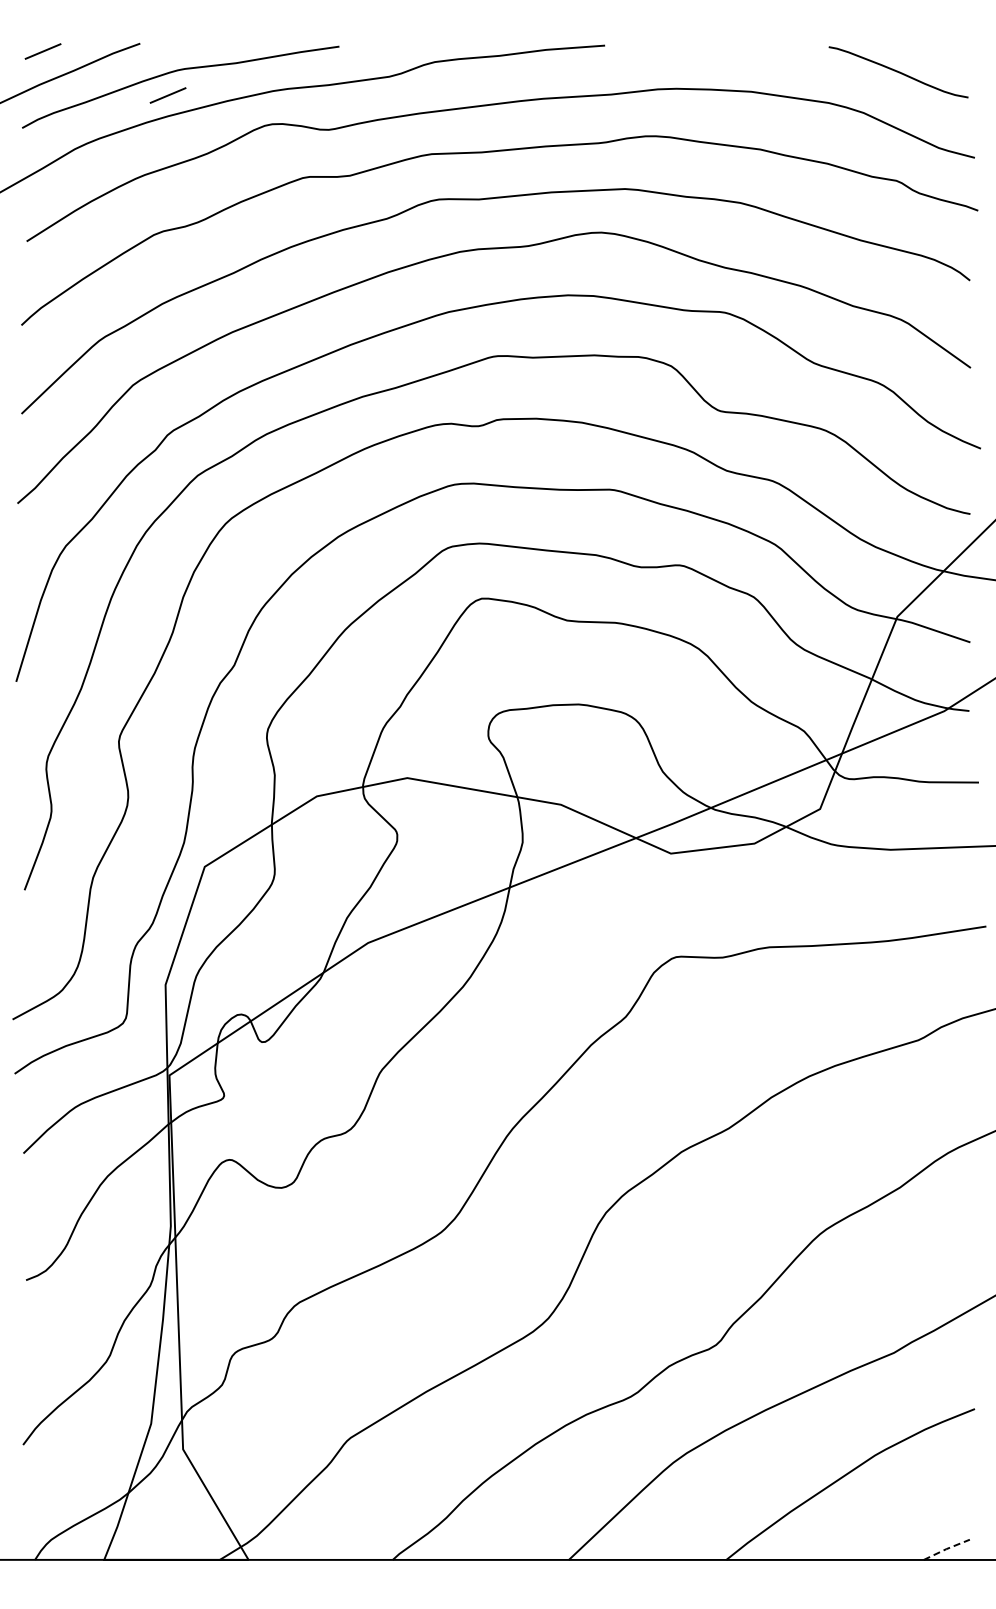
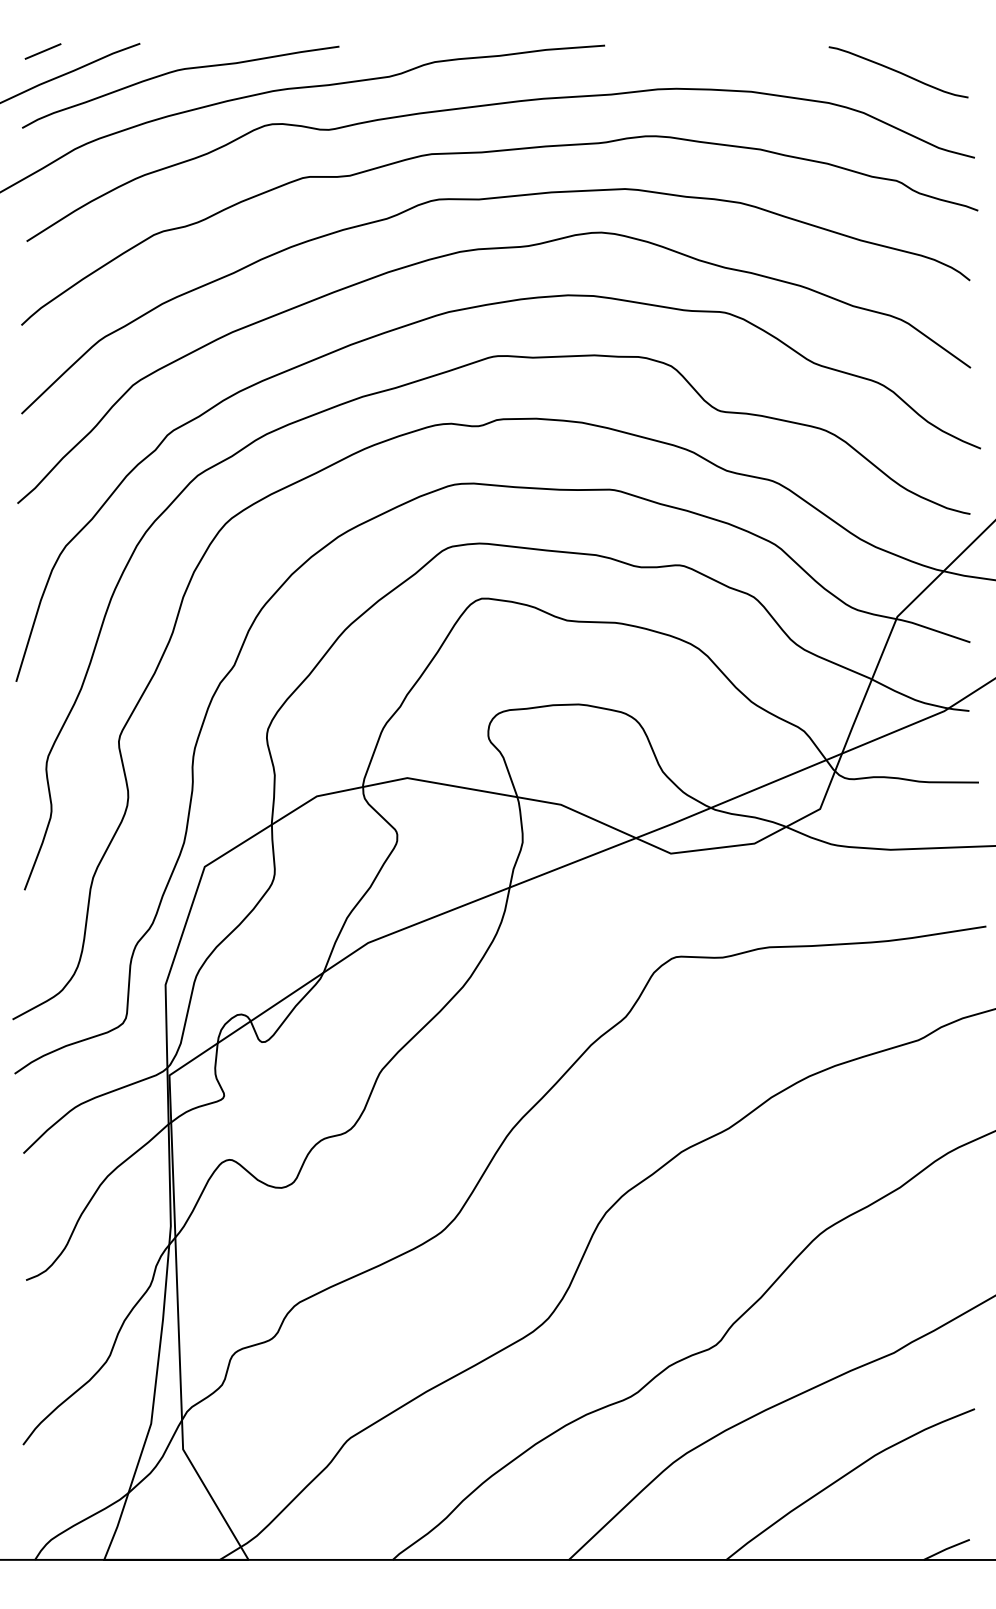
line at (167, 95): present -> none
line at (946, 1549): dashed -> solid
